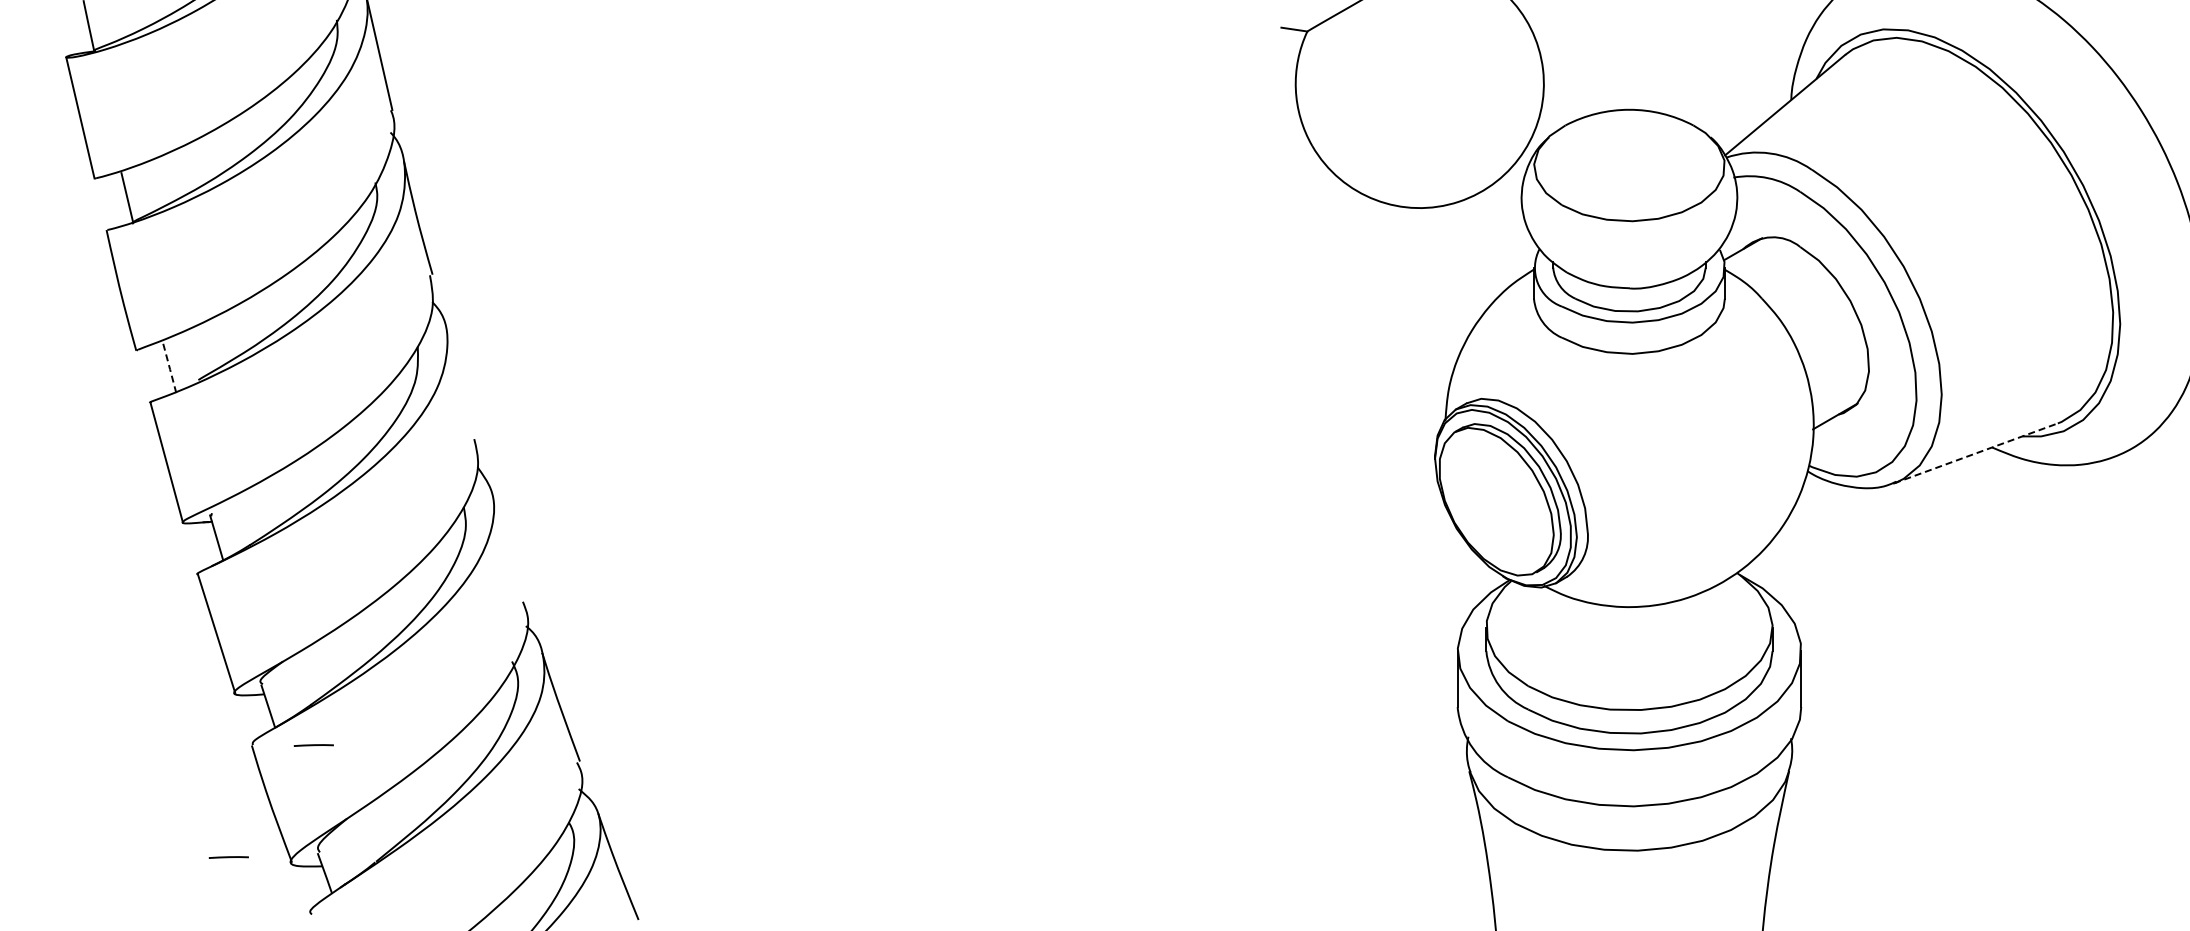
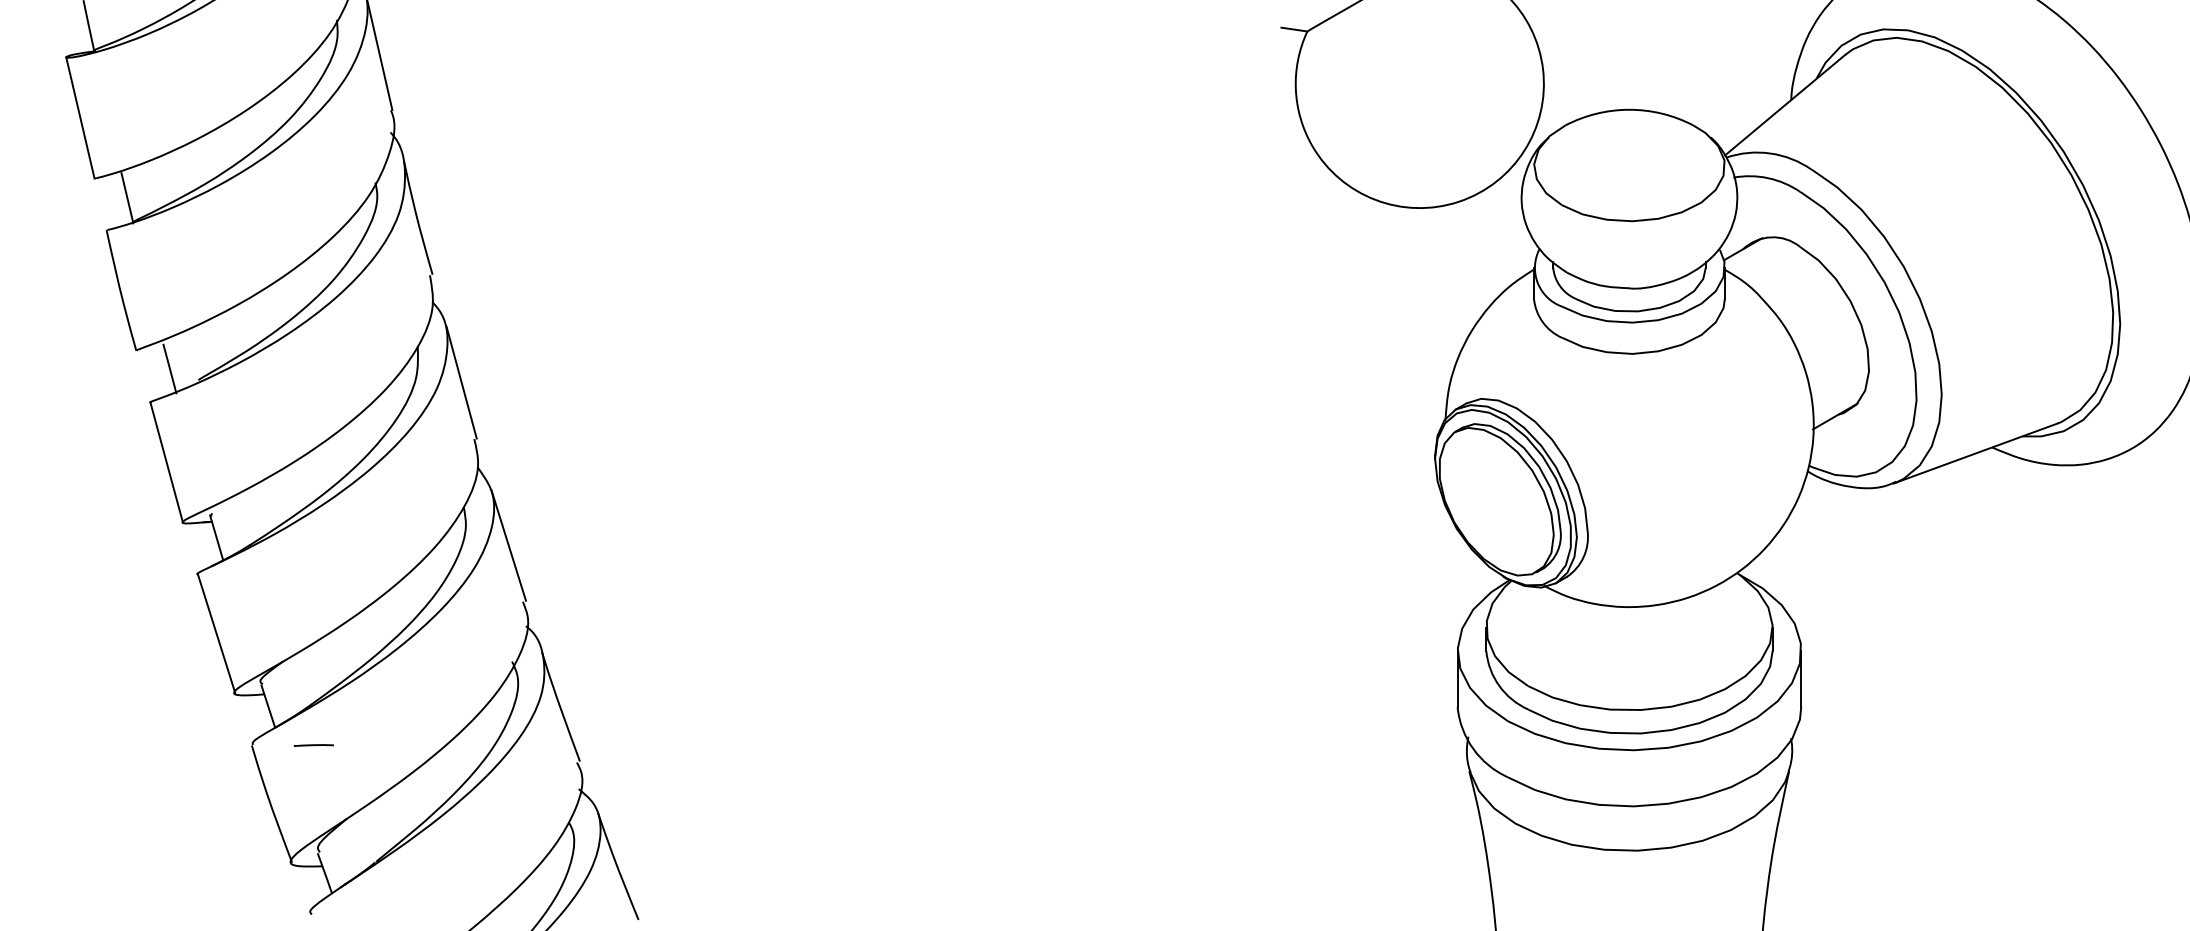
line at (170, 369): dashed -> solid
line at (461, 382): none -> present
line at (1976, 453): dashed -> solid
line at (508, 545): none -> present
line at (228, 857): present -> none
